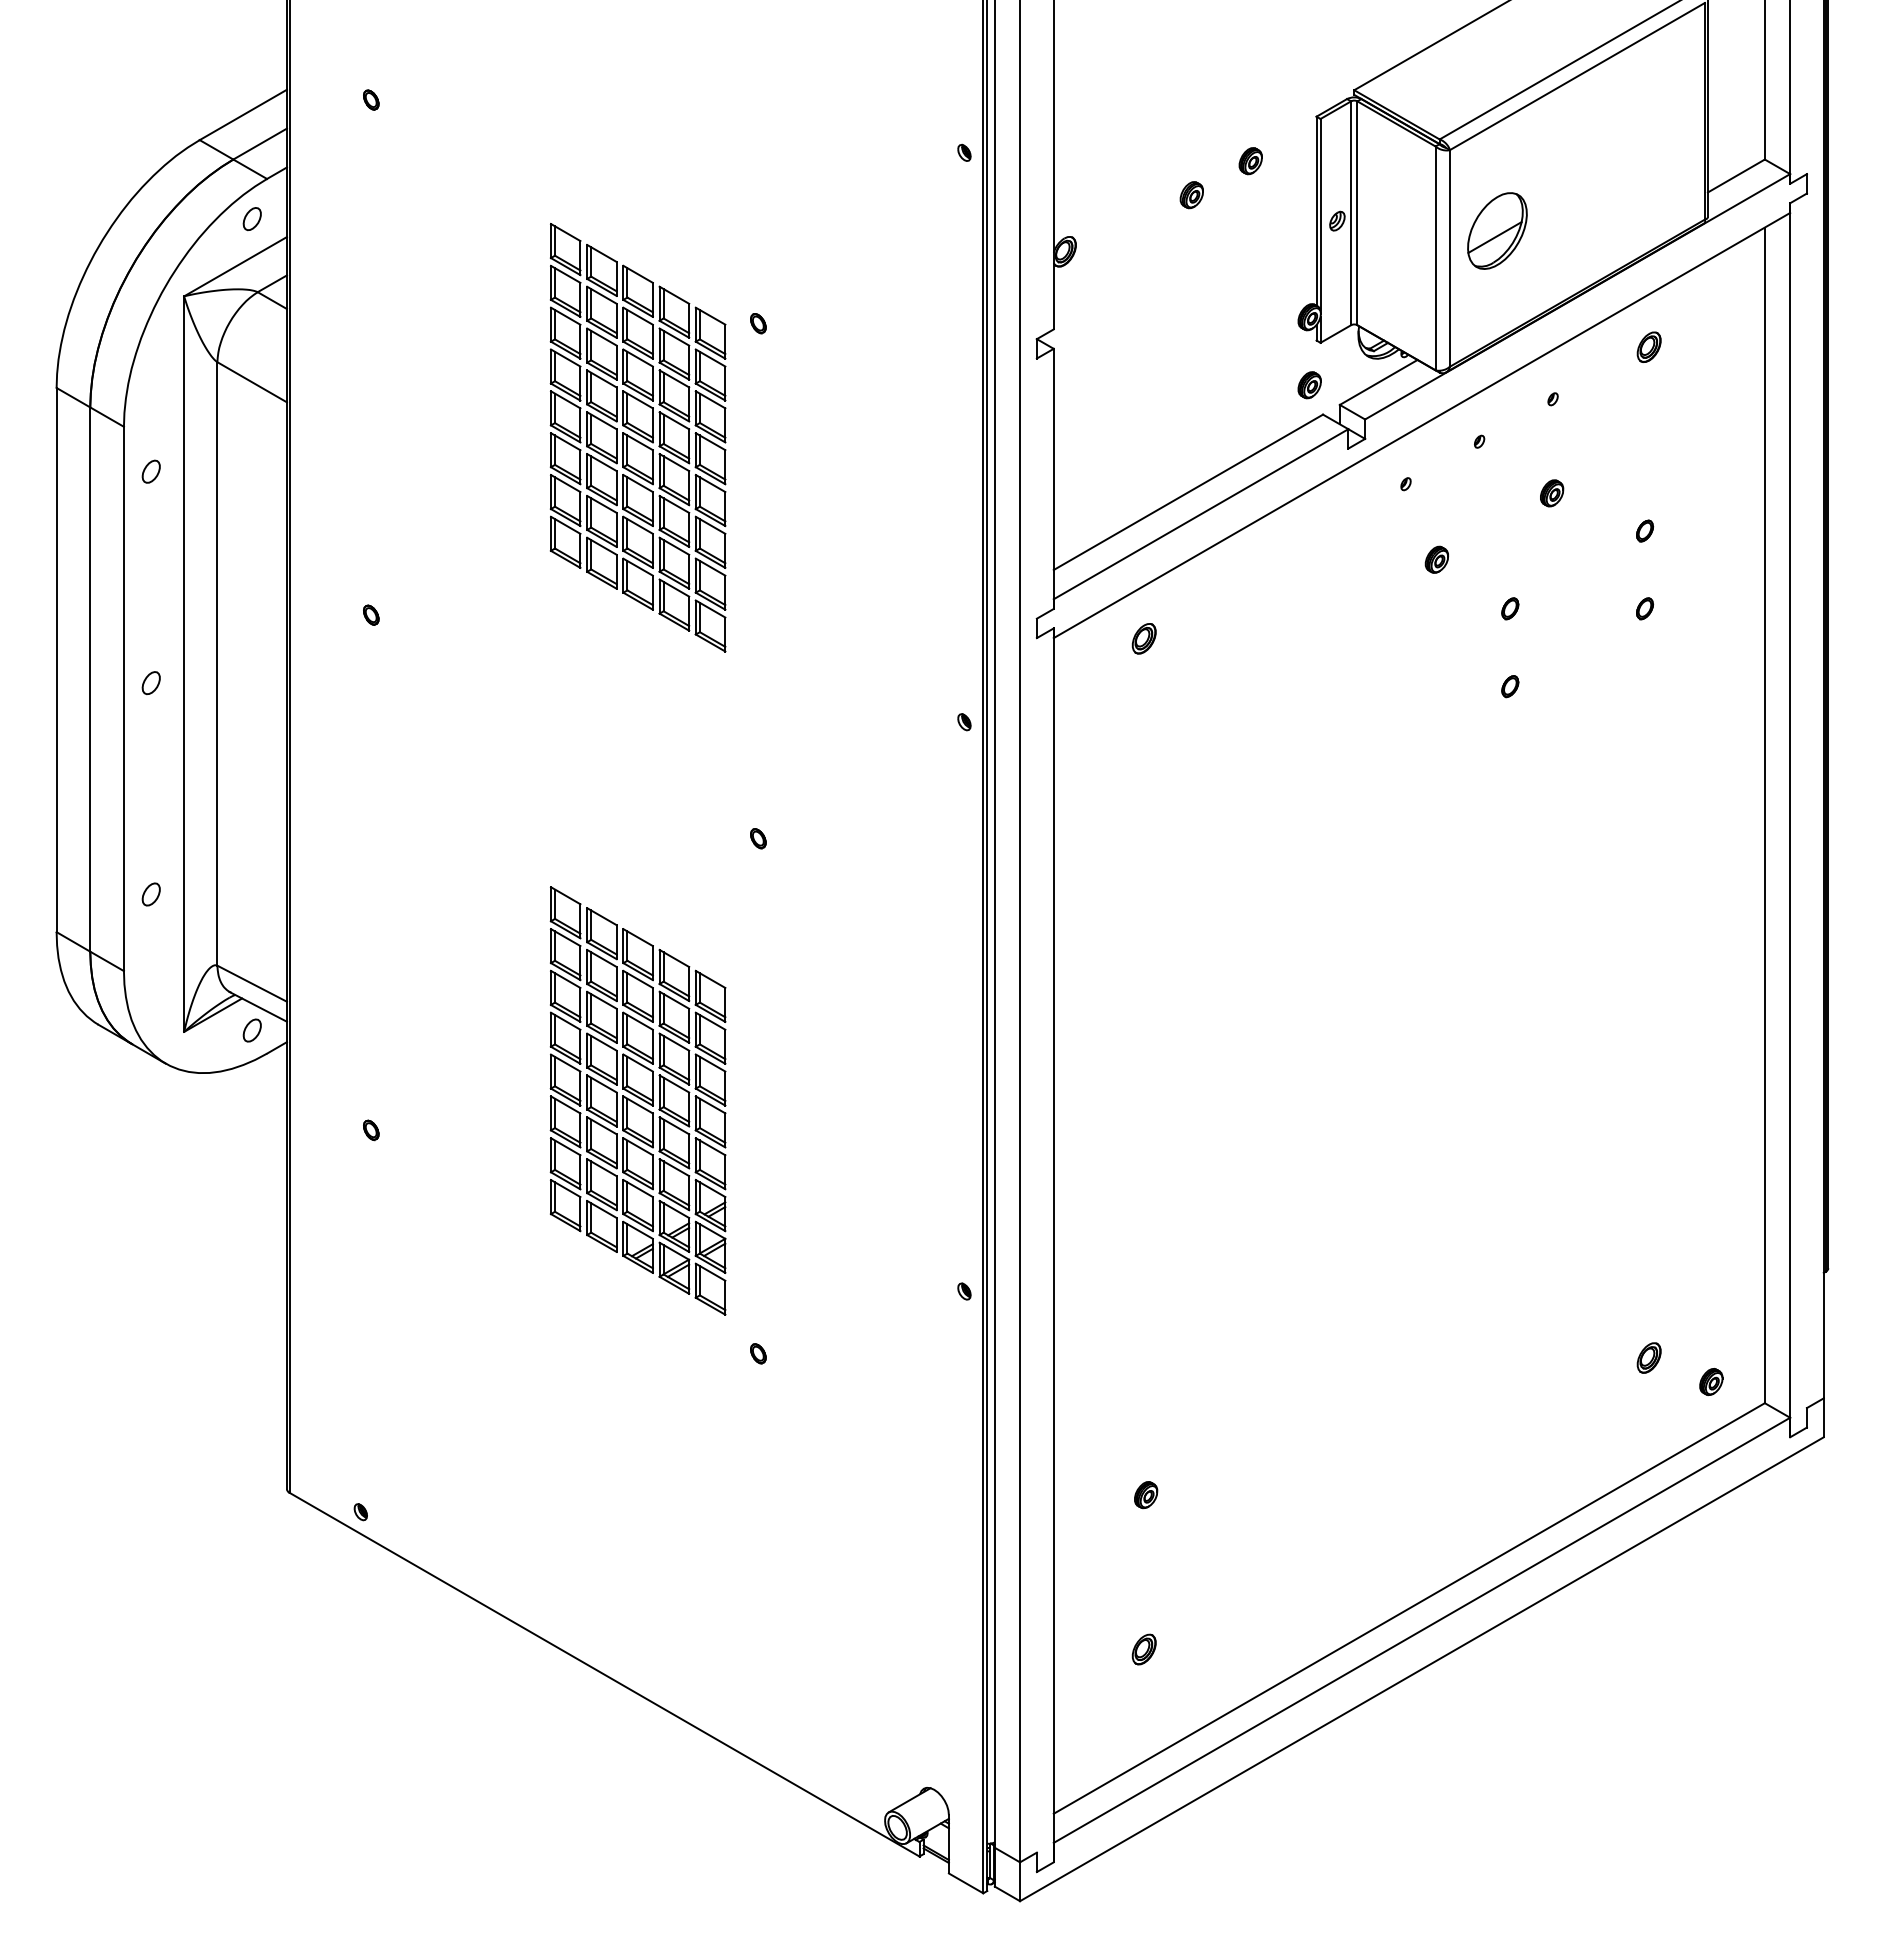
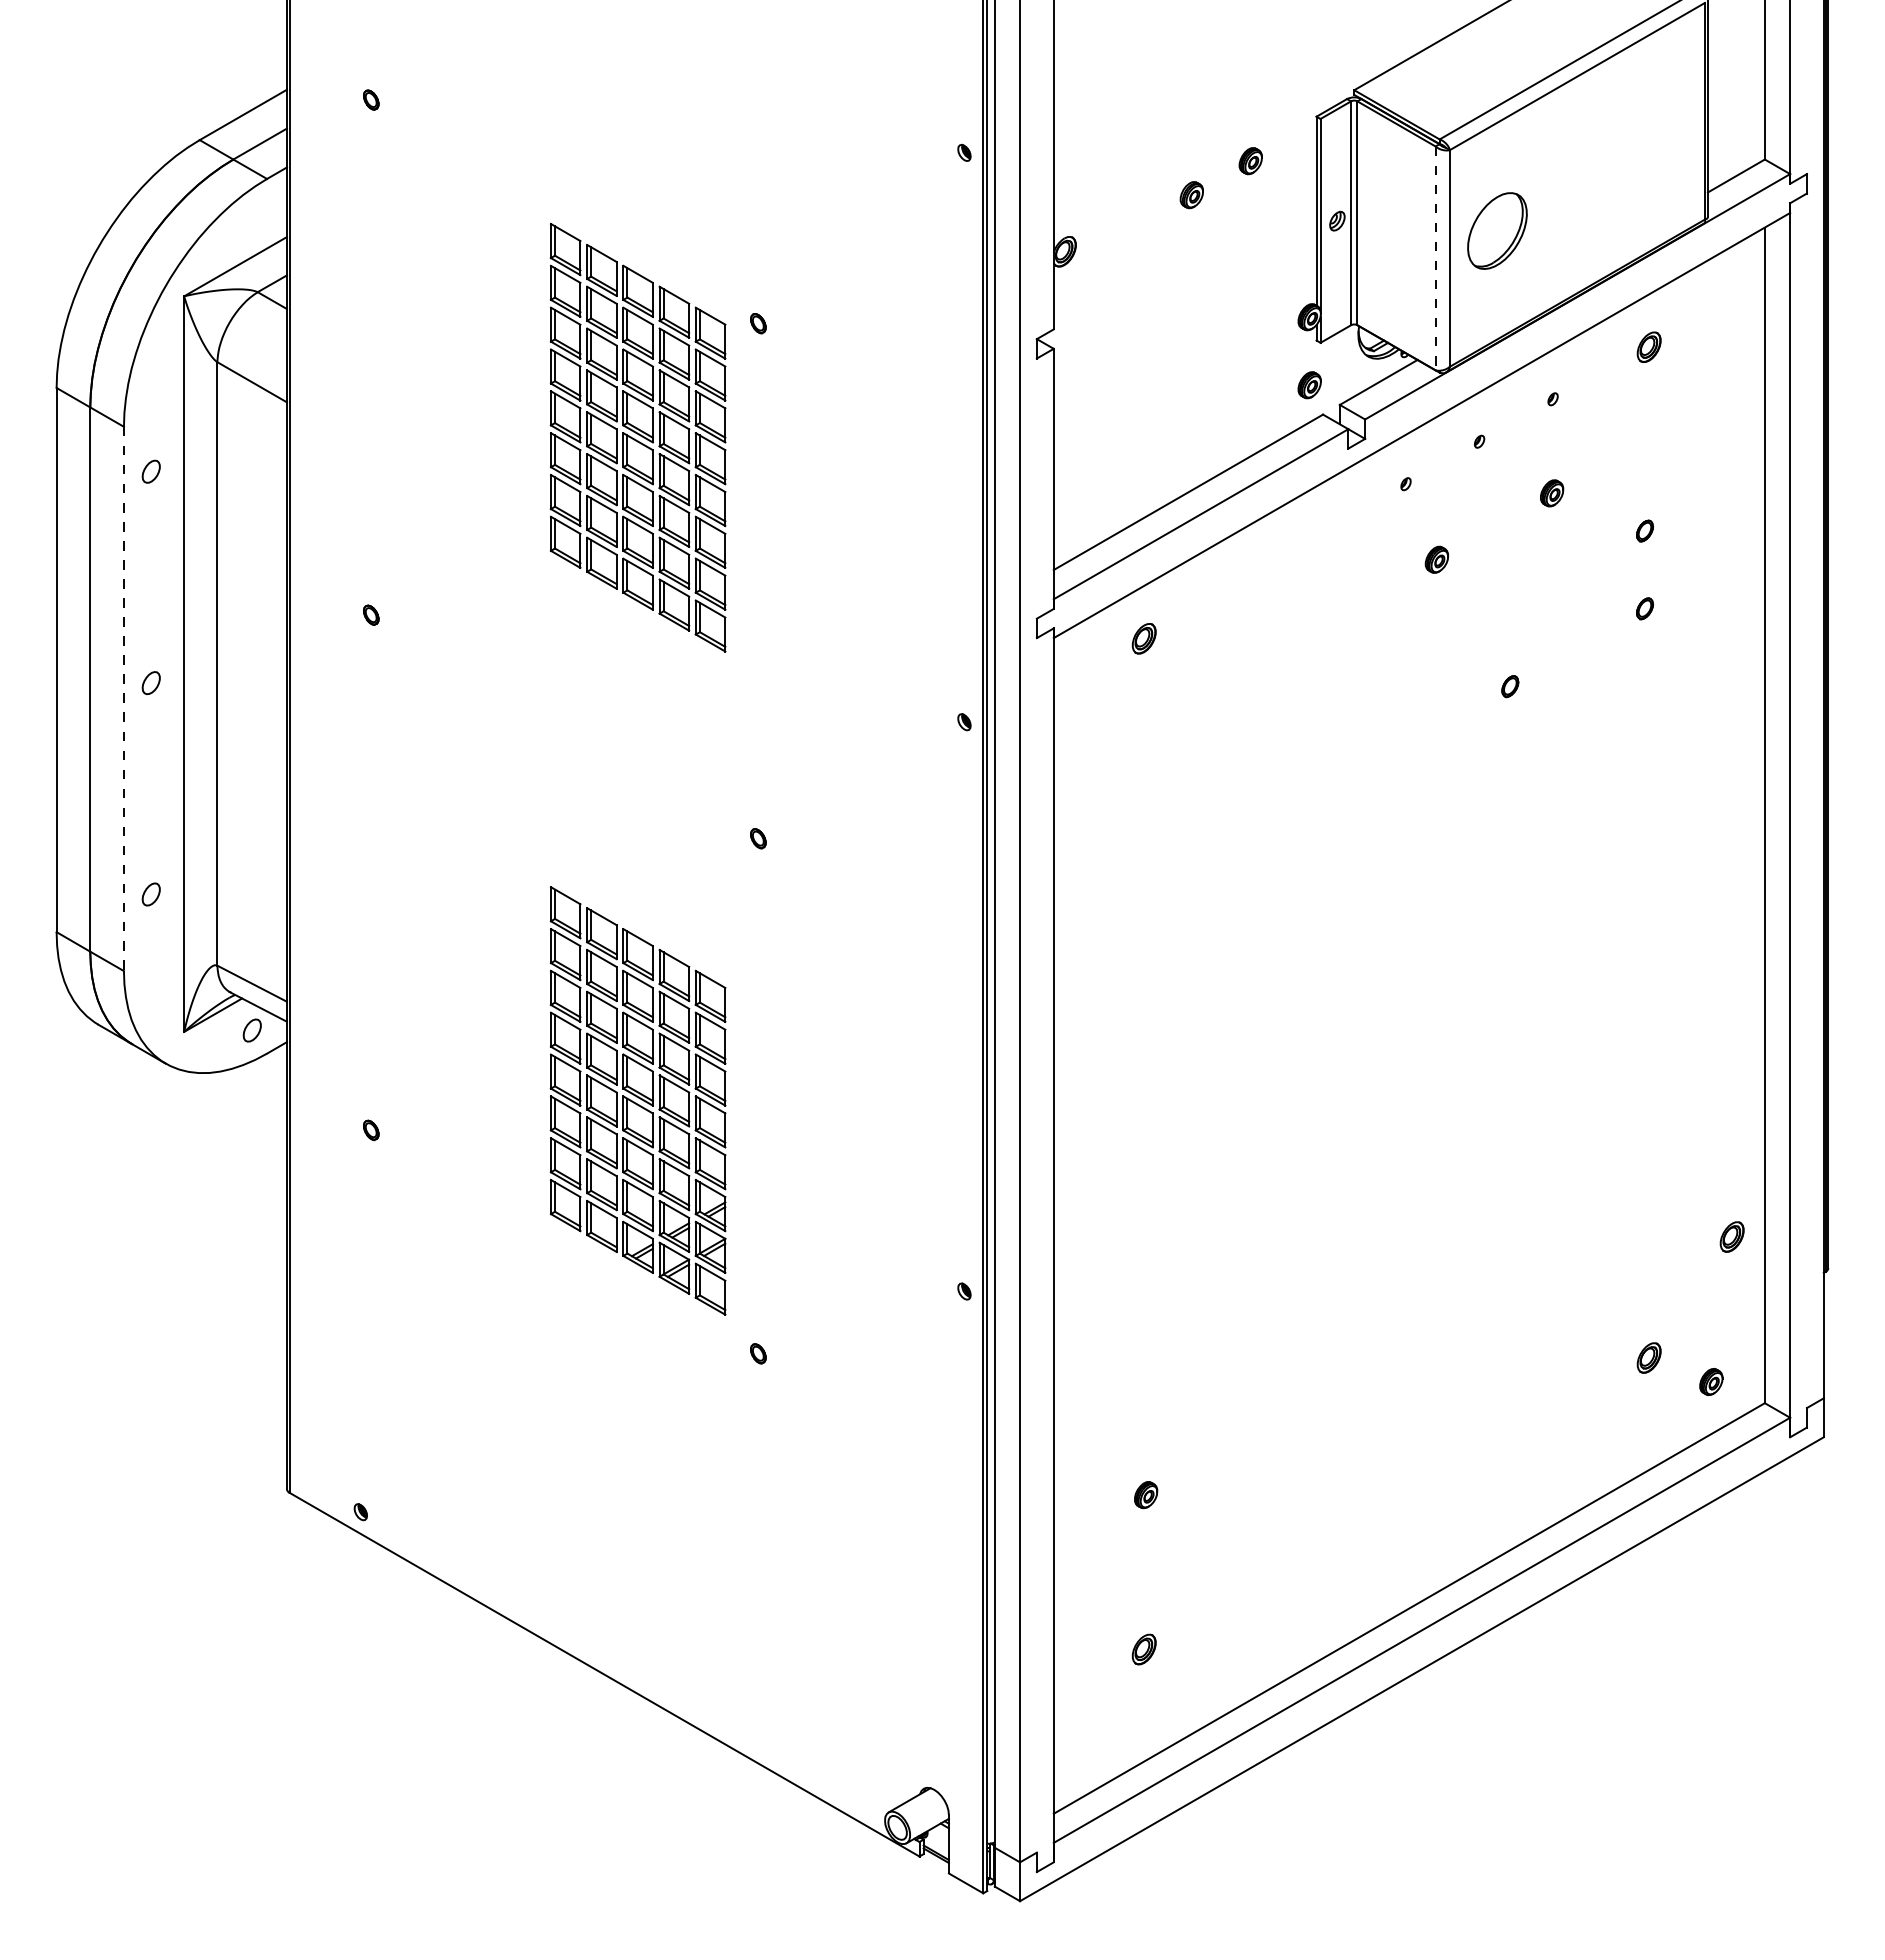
part at (251, 219): present -> none
line at (1494, 237): present -> none
line at (1435, 258): solid -> dashed
part at (1510, 608): present -> none
line at (123, 699): solid -> dashed
part at (1731, 1236): none -> present
